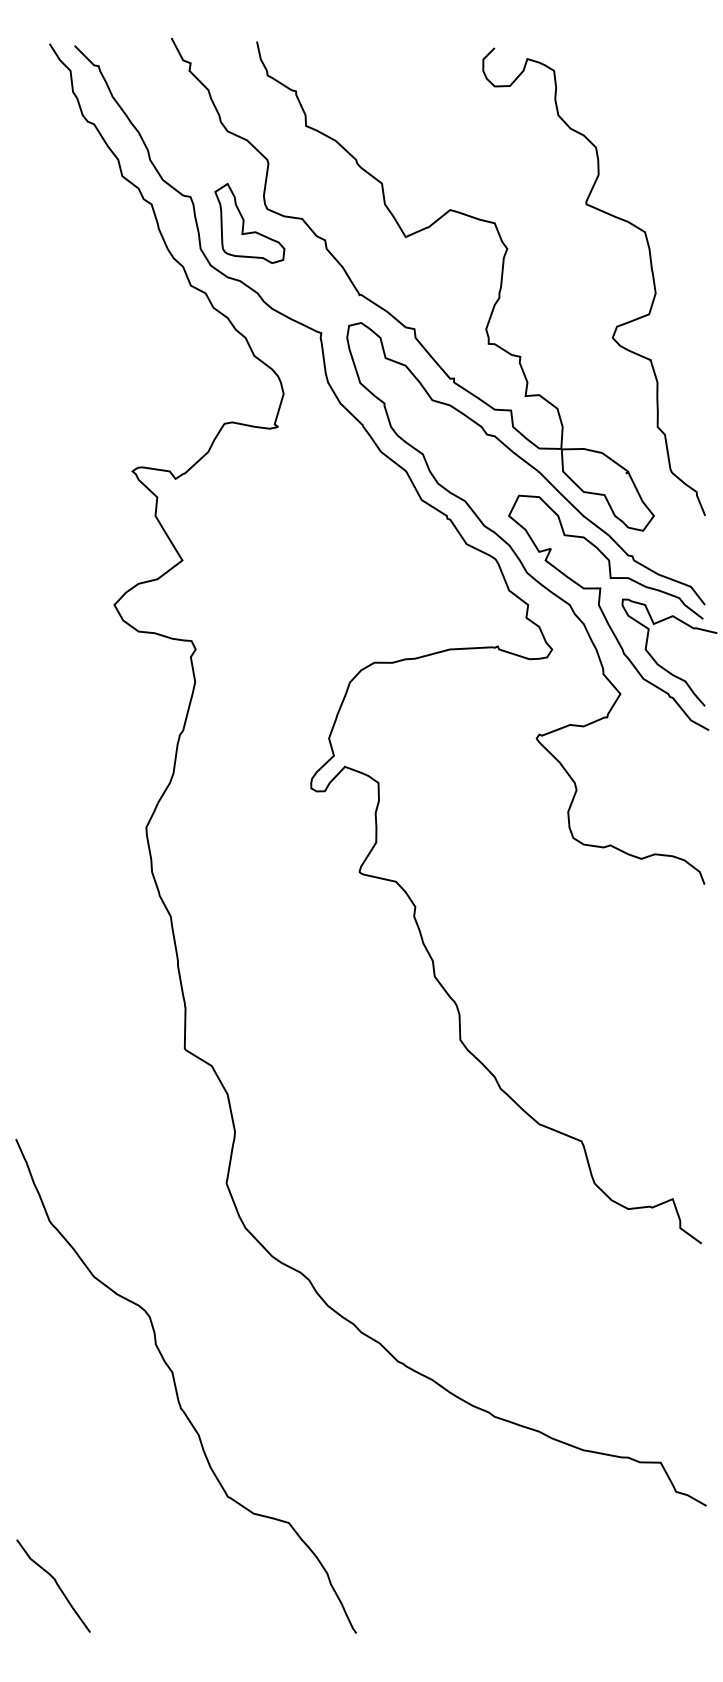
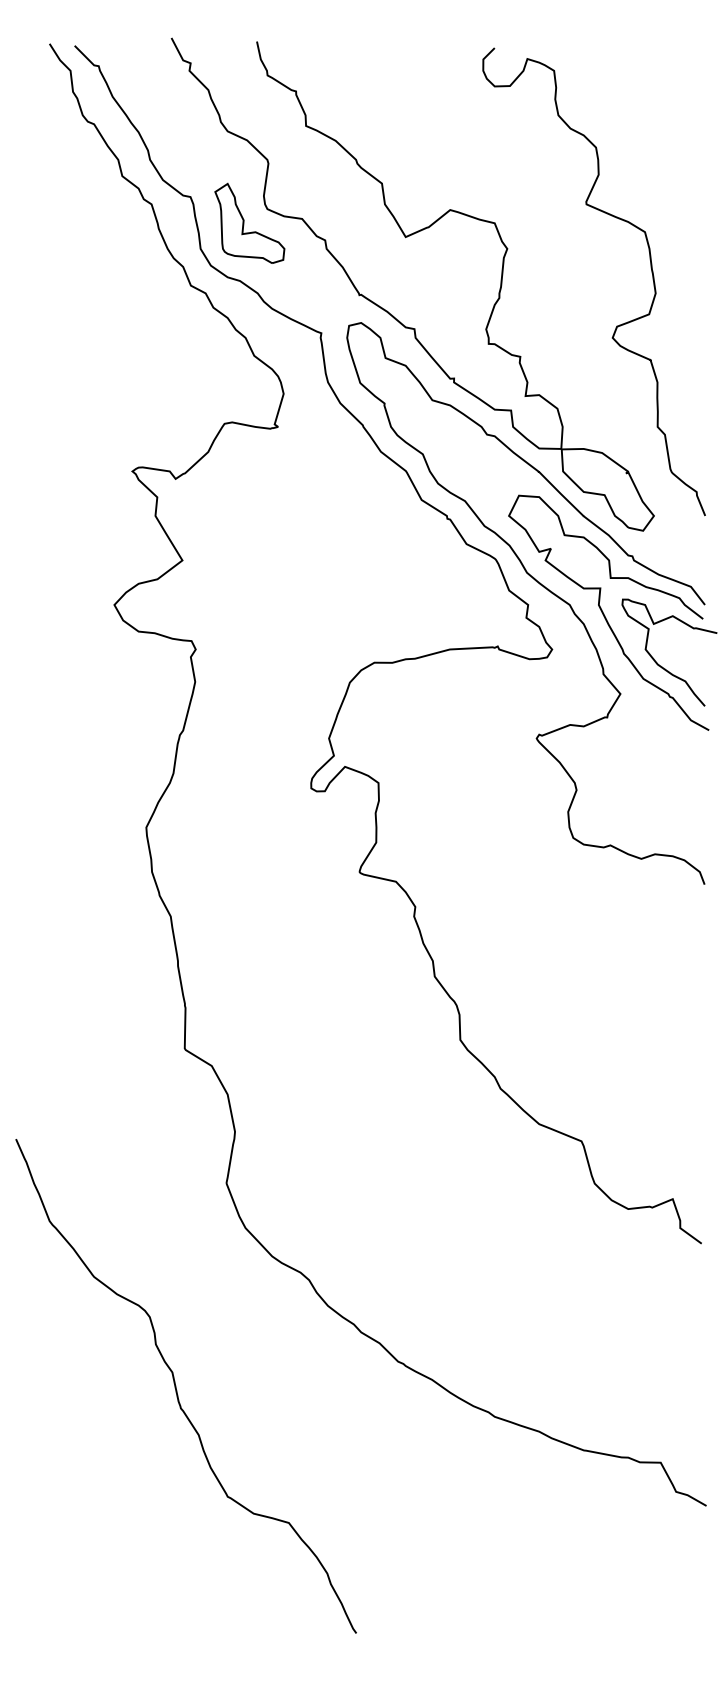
curve at (55, 1583): present -> none
